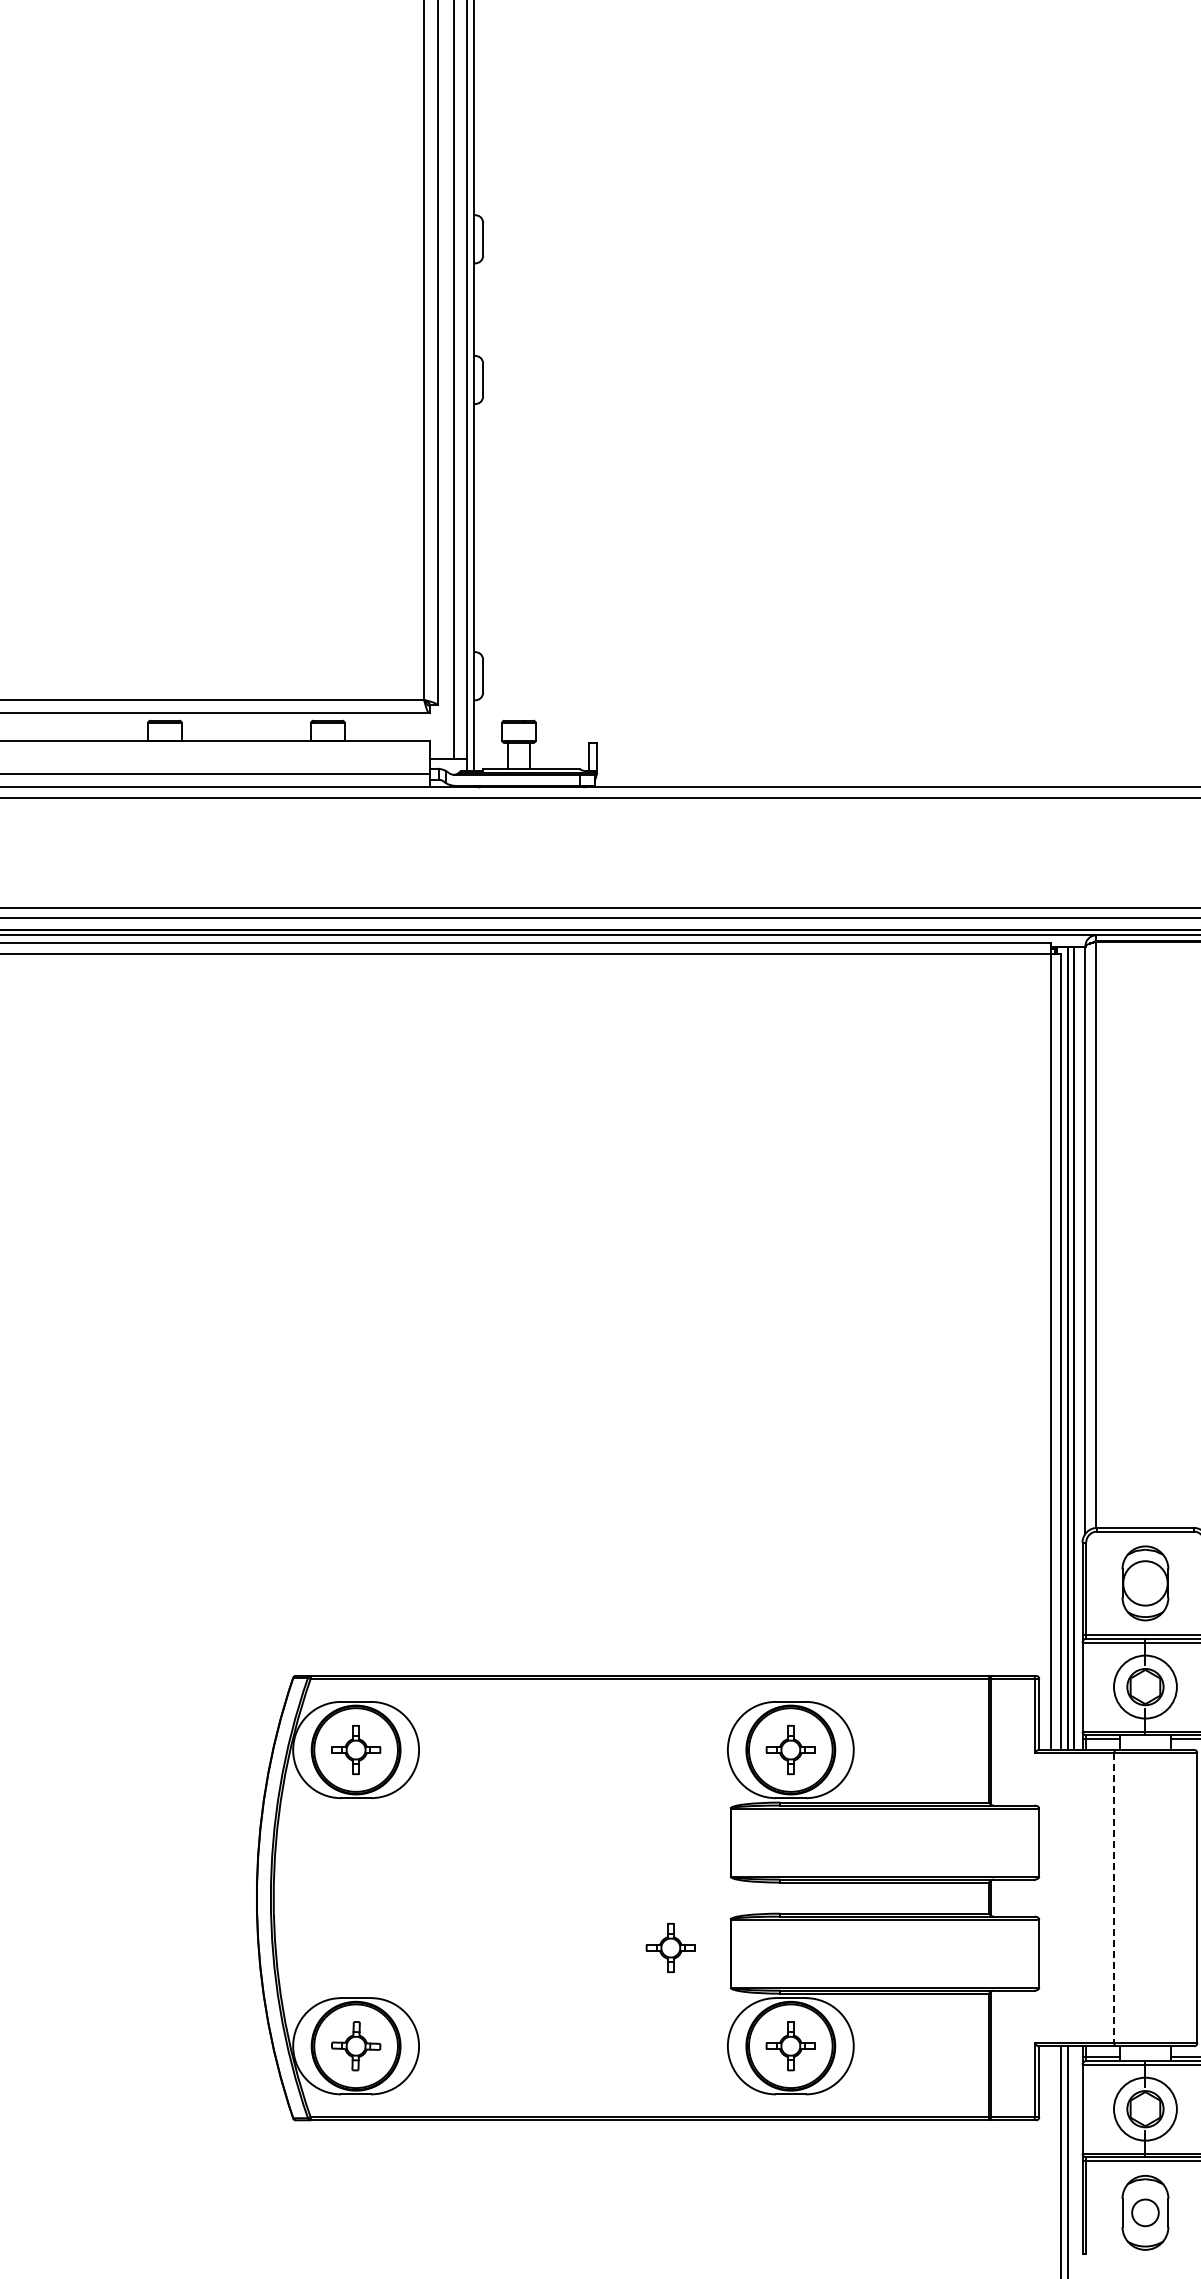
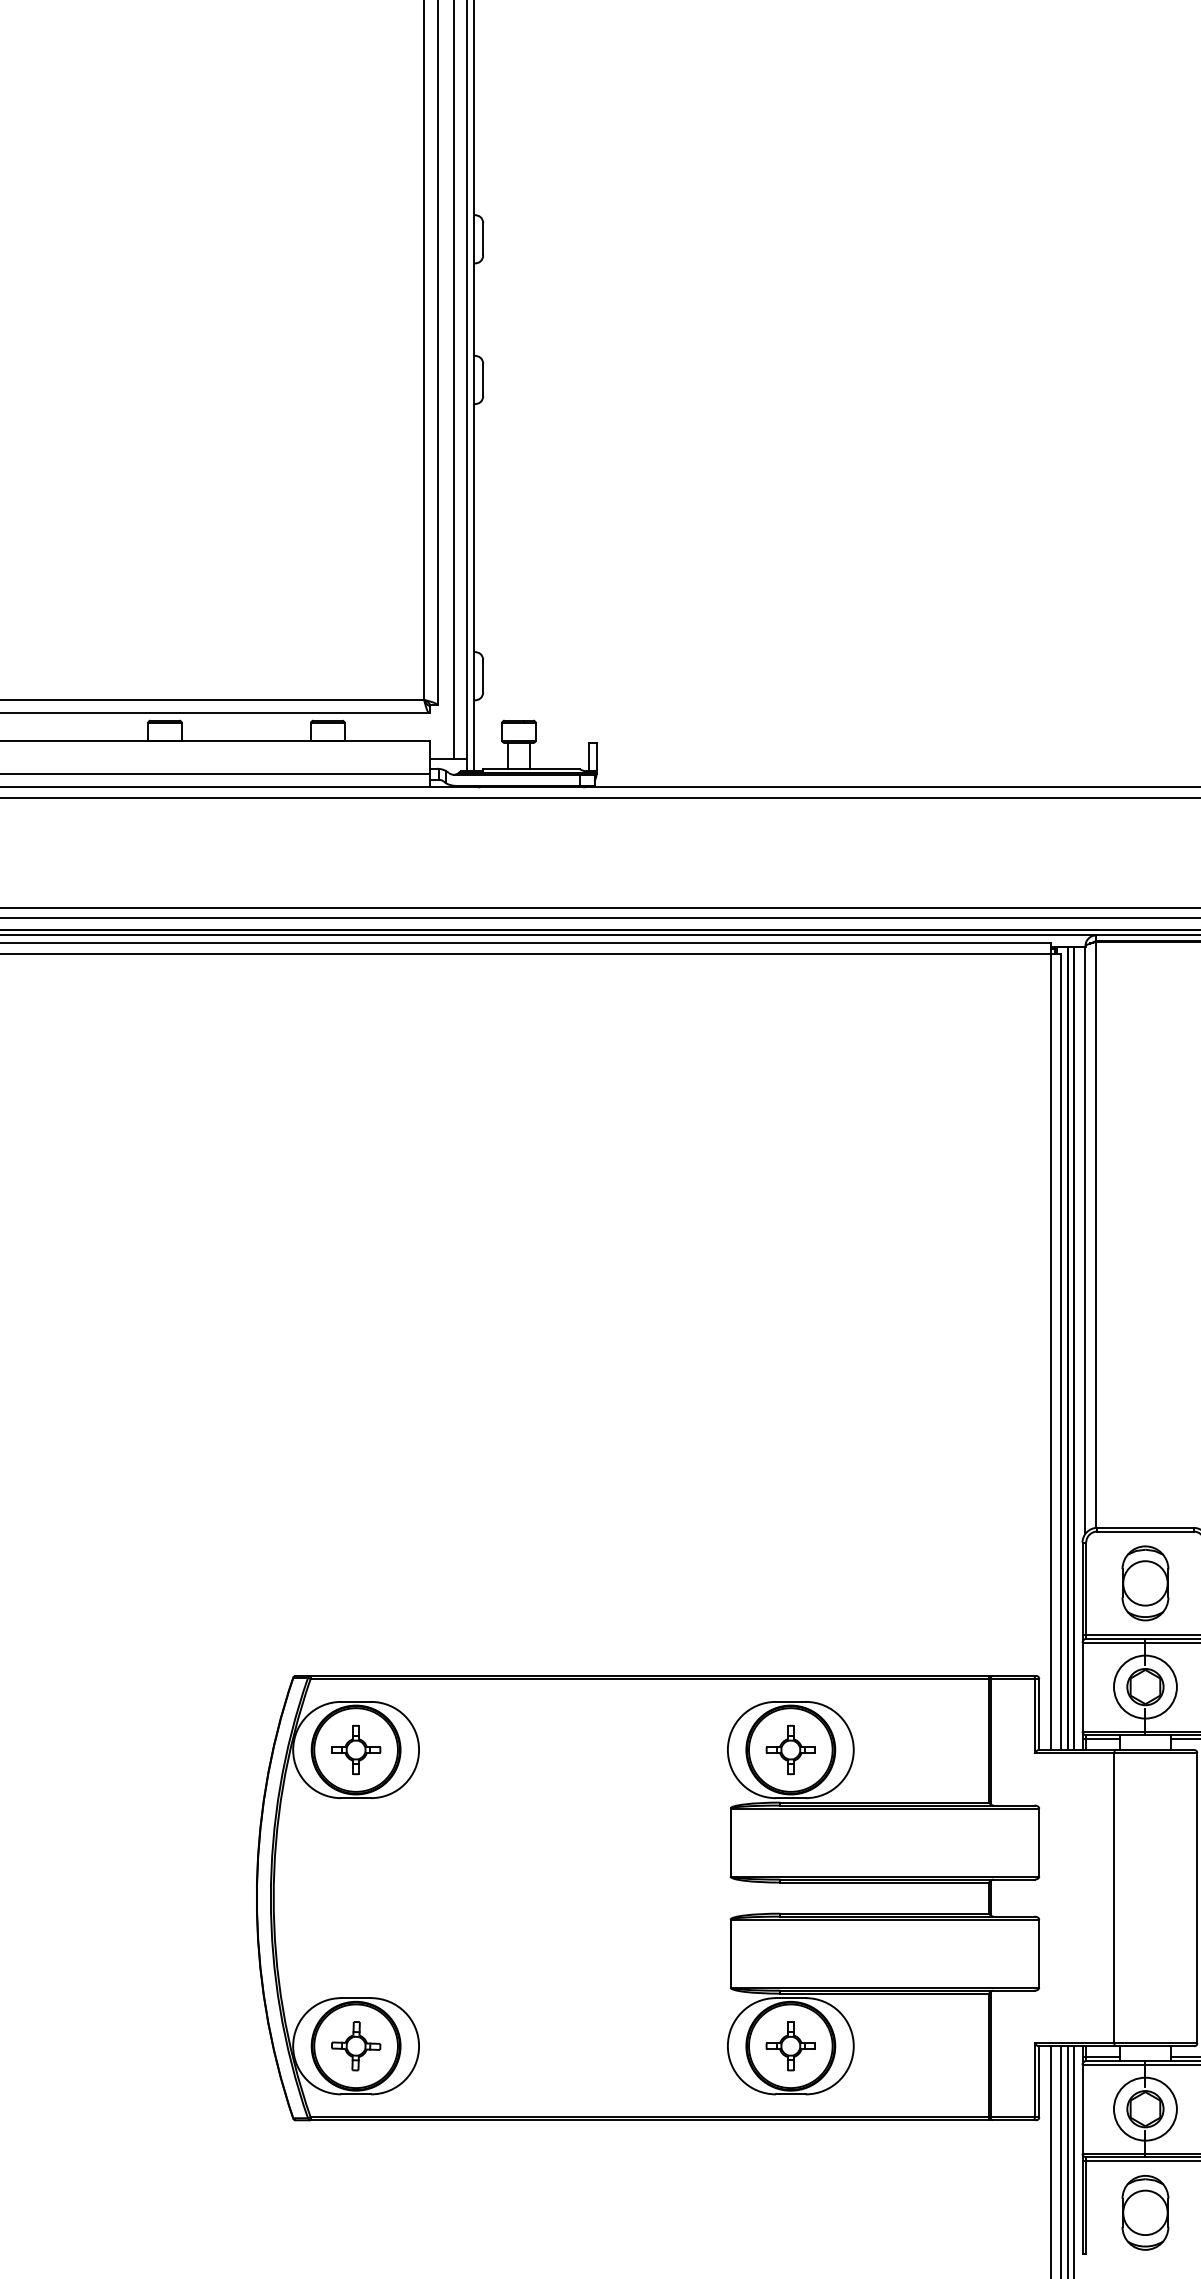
line at (1114, 1898): dashed -> solid
part at (670, 1947): present -> none
line at (1050, 2160): none -> present
line at (1074, 2160): none -> present
circle at (1145, 2212) diameter: 27 px -> 44 px
